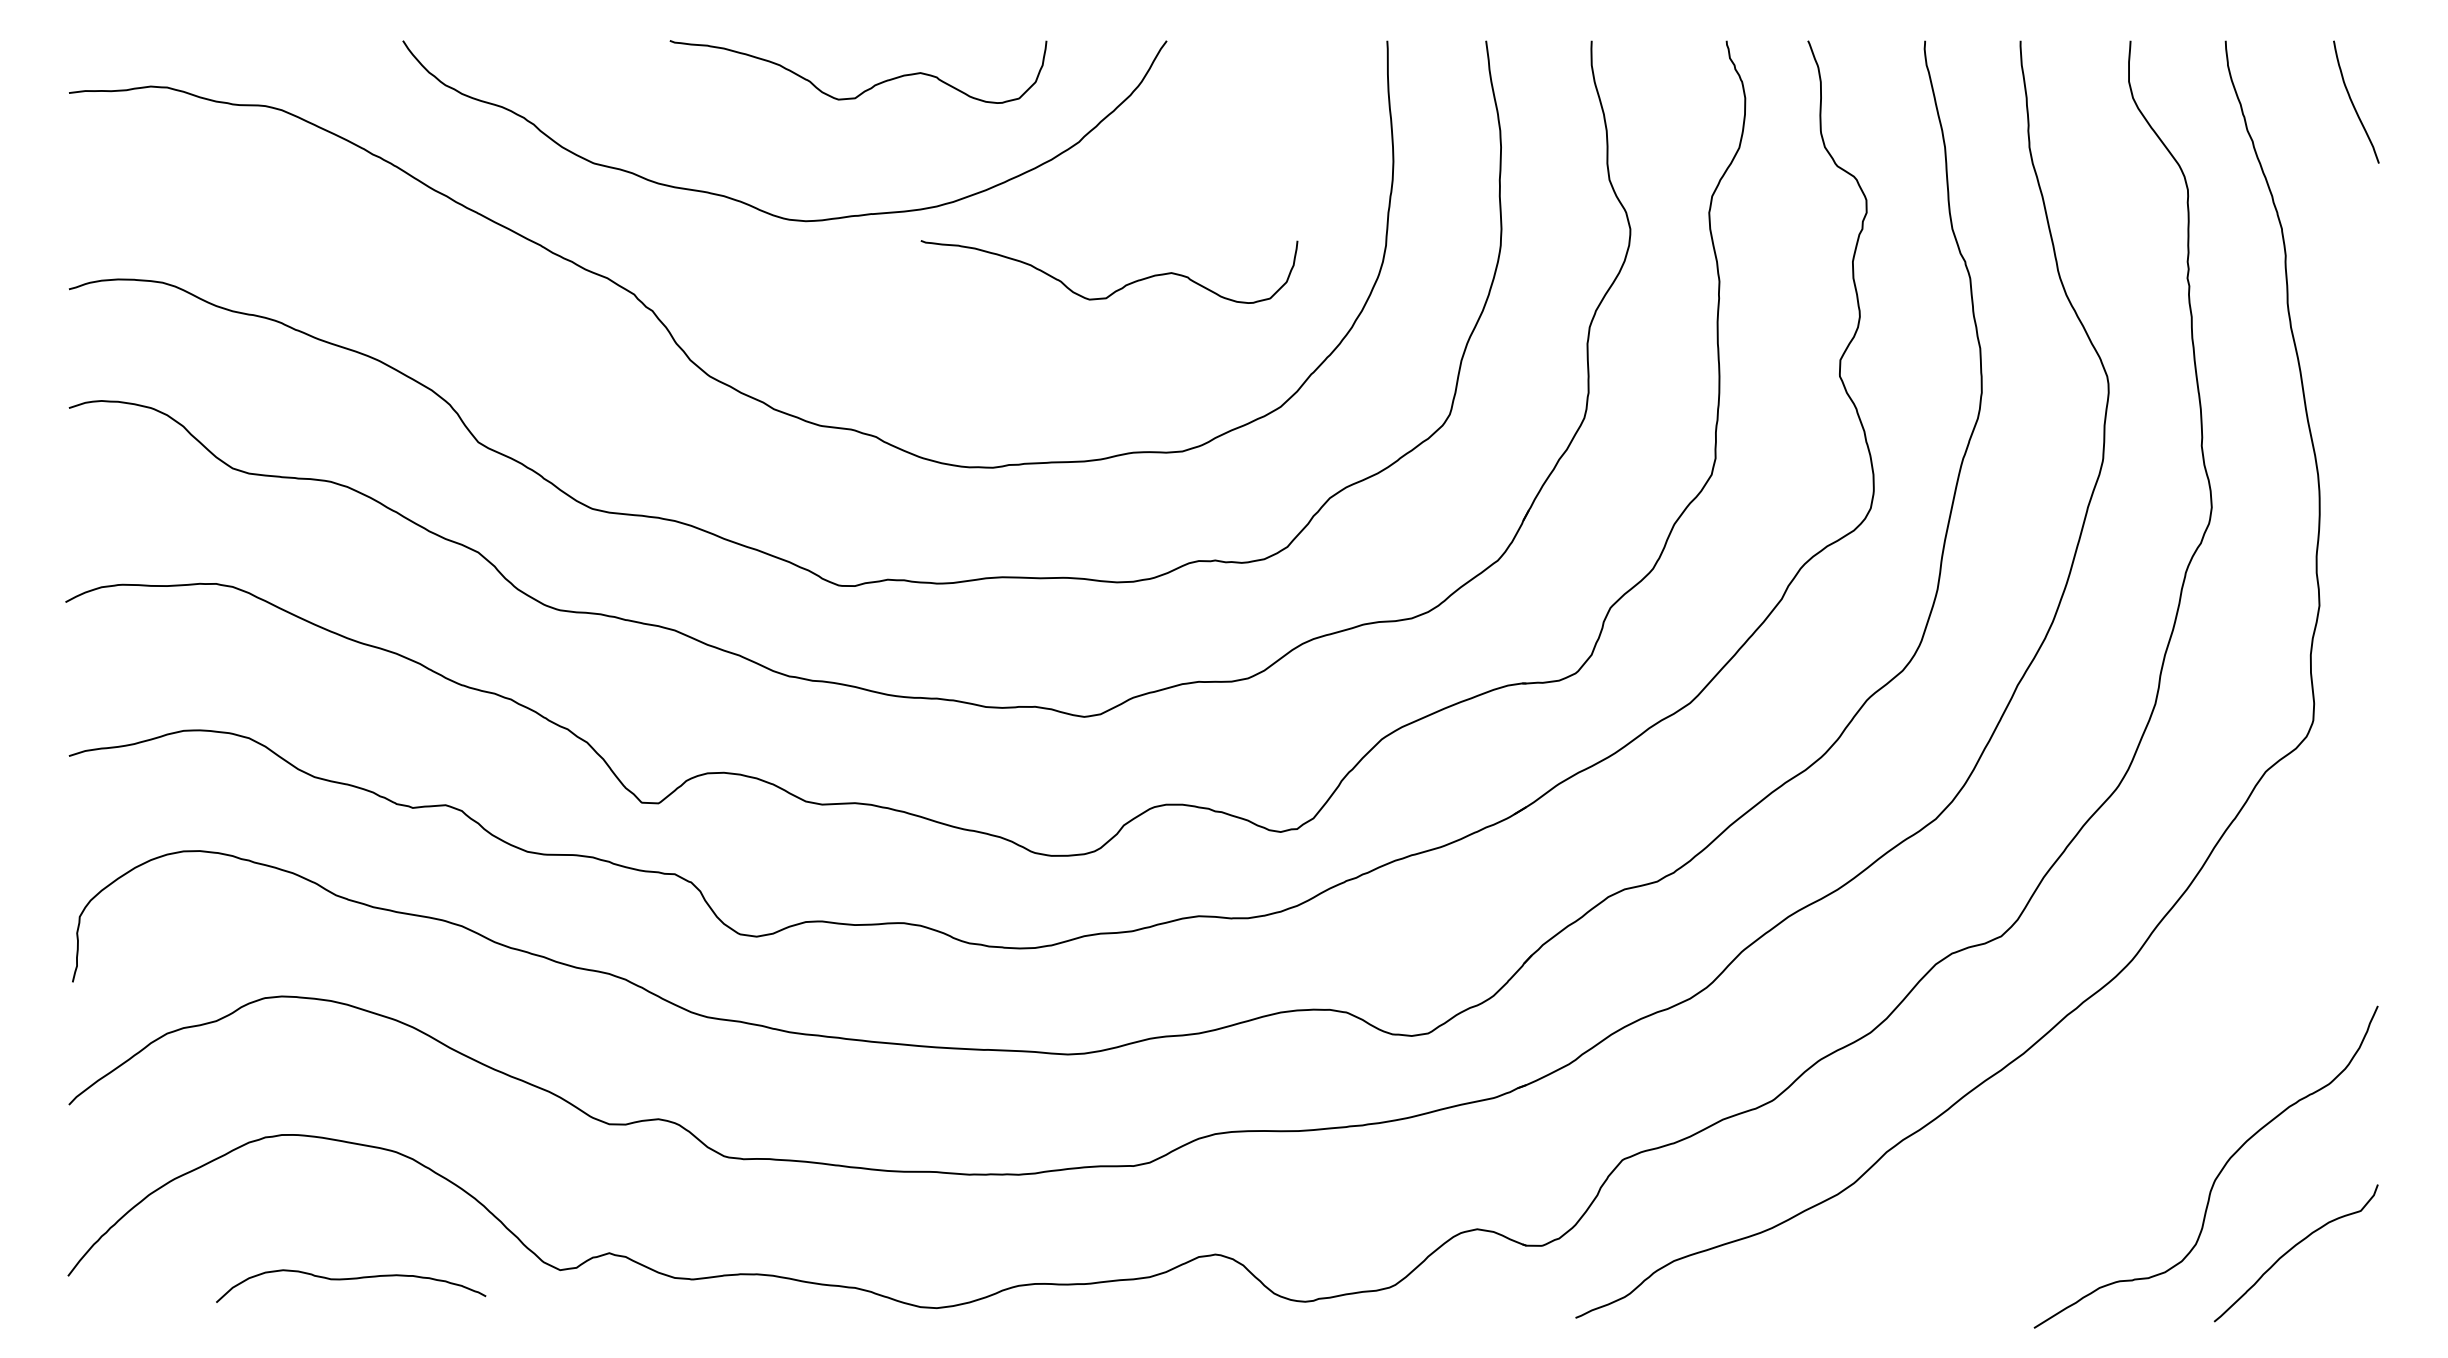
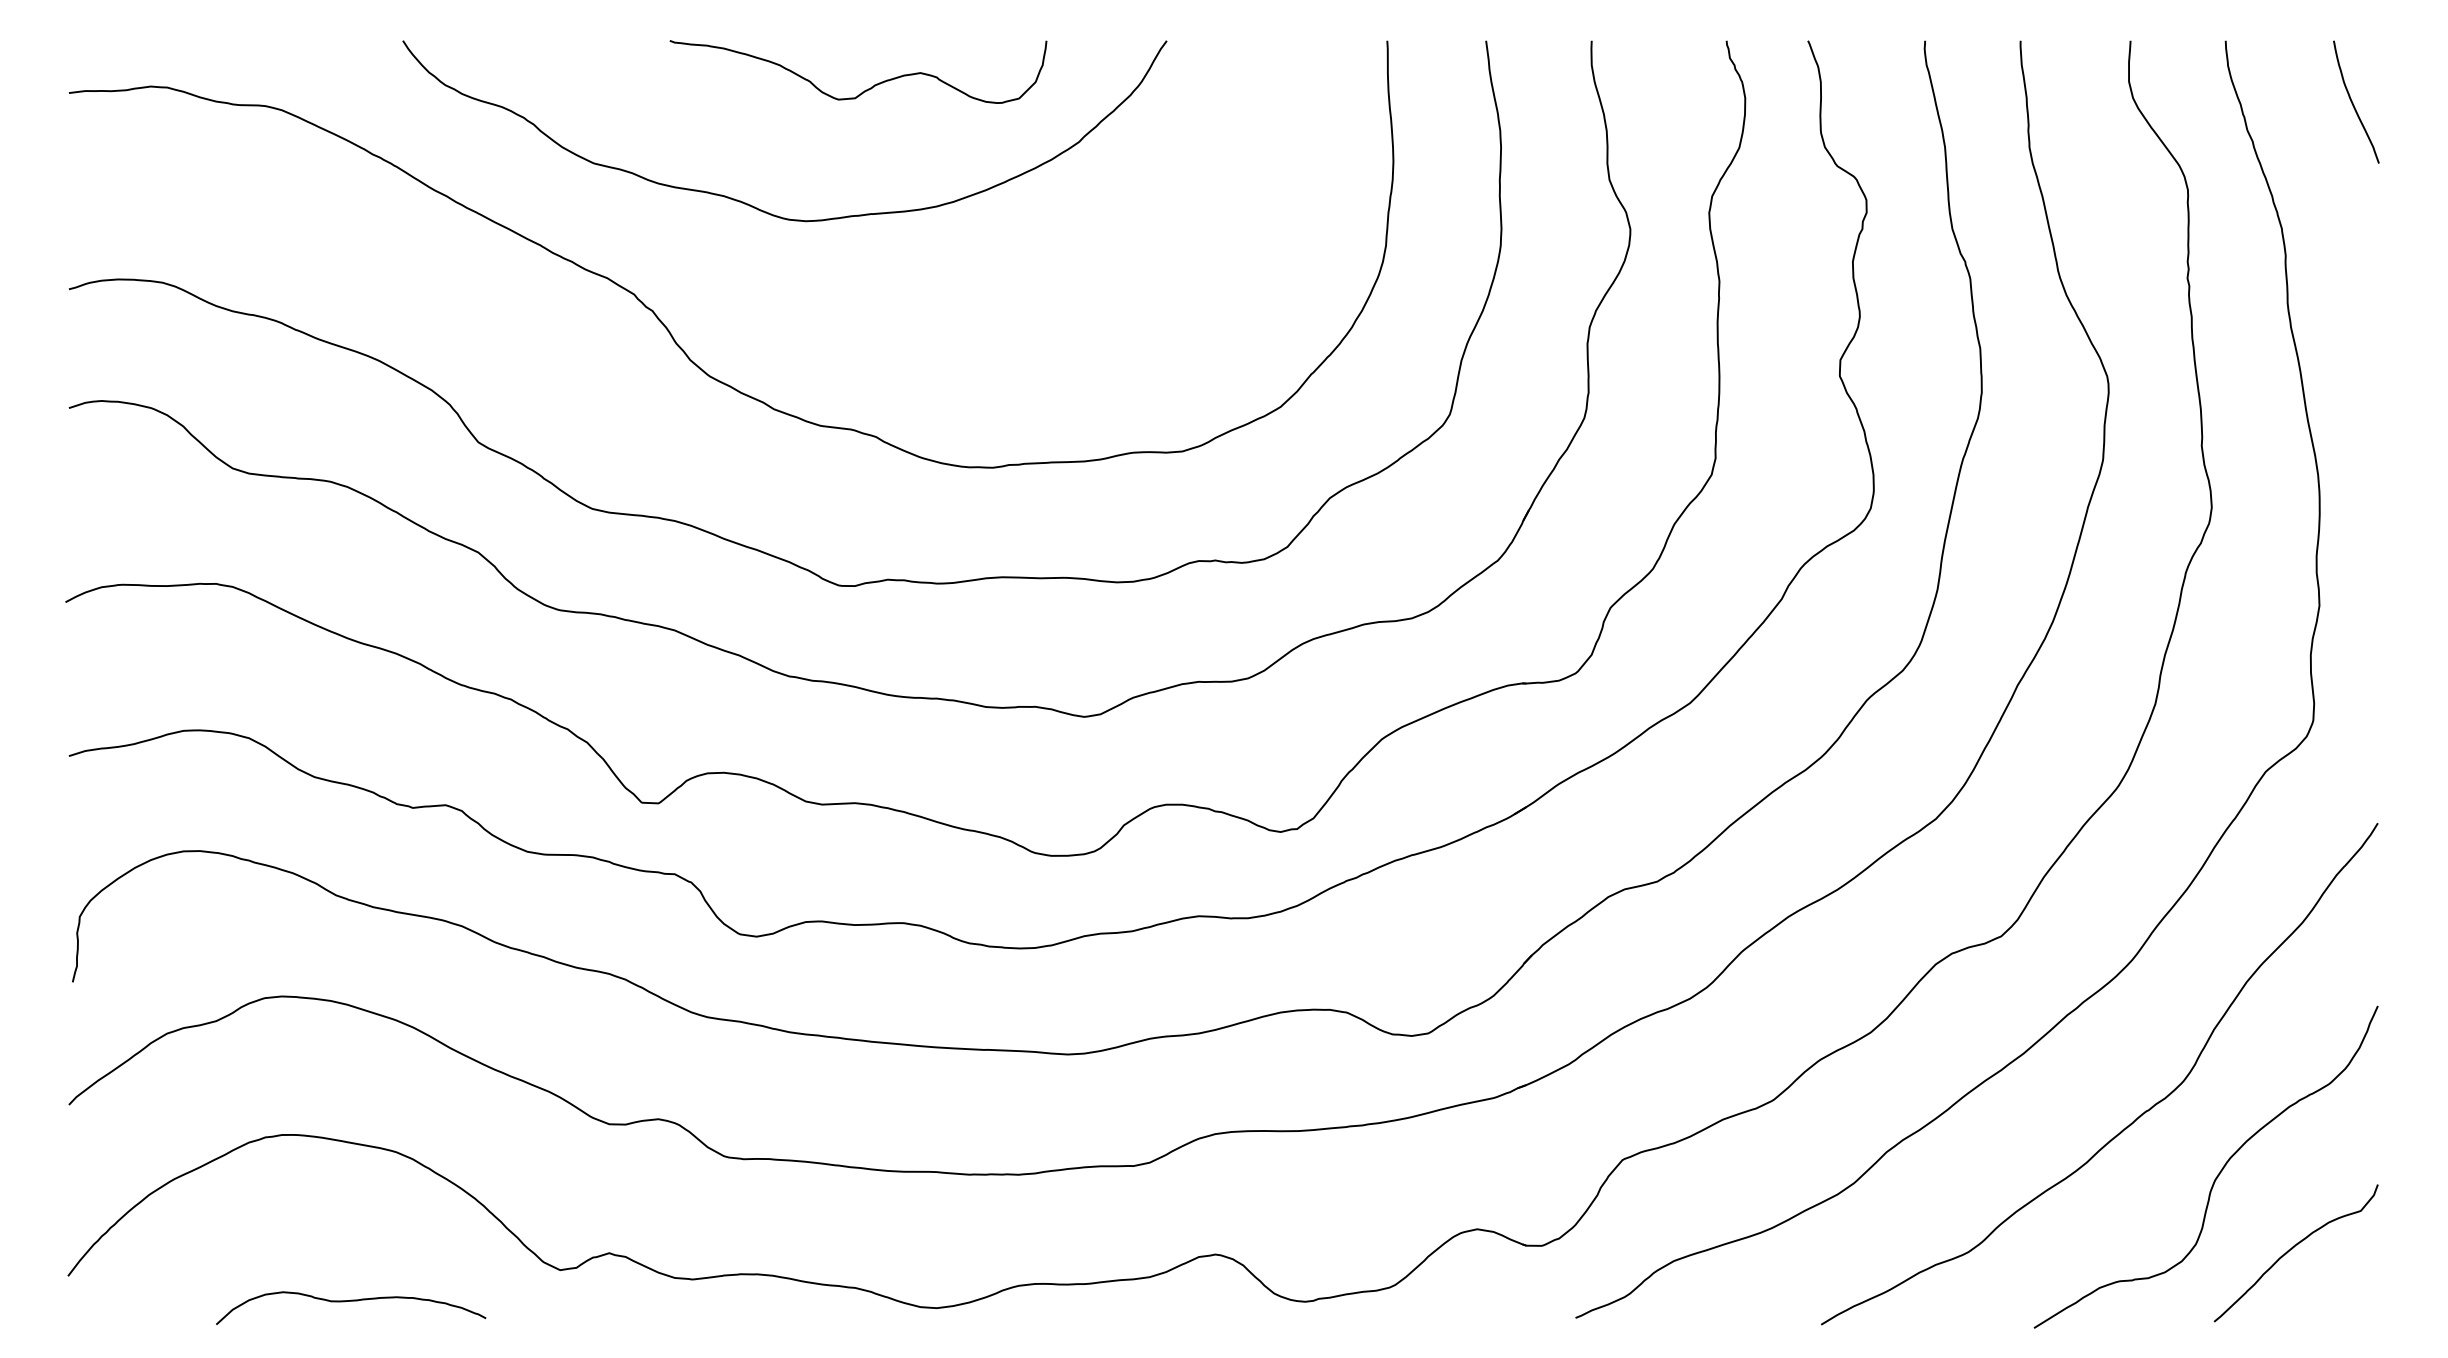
curve at (1117, 289): present -> none
curve at (2133, 1120): none -> present
curve at (351, 1279) position: (351, 1279) -> (351, 1301)
